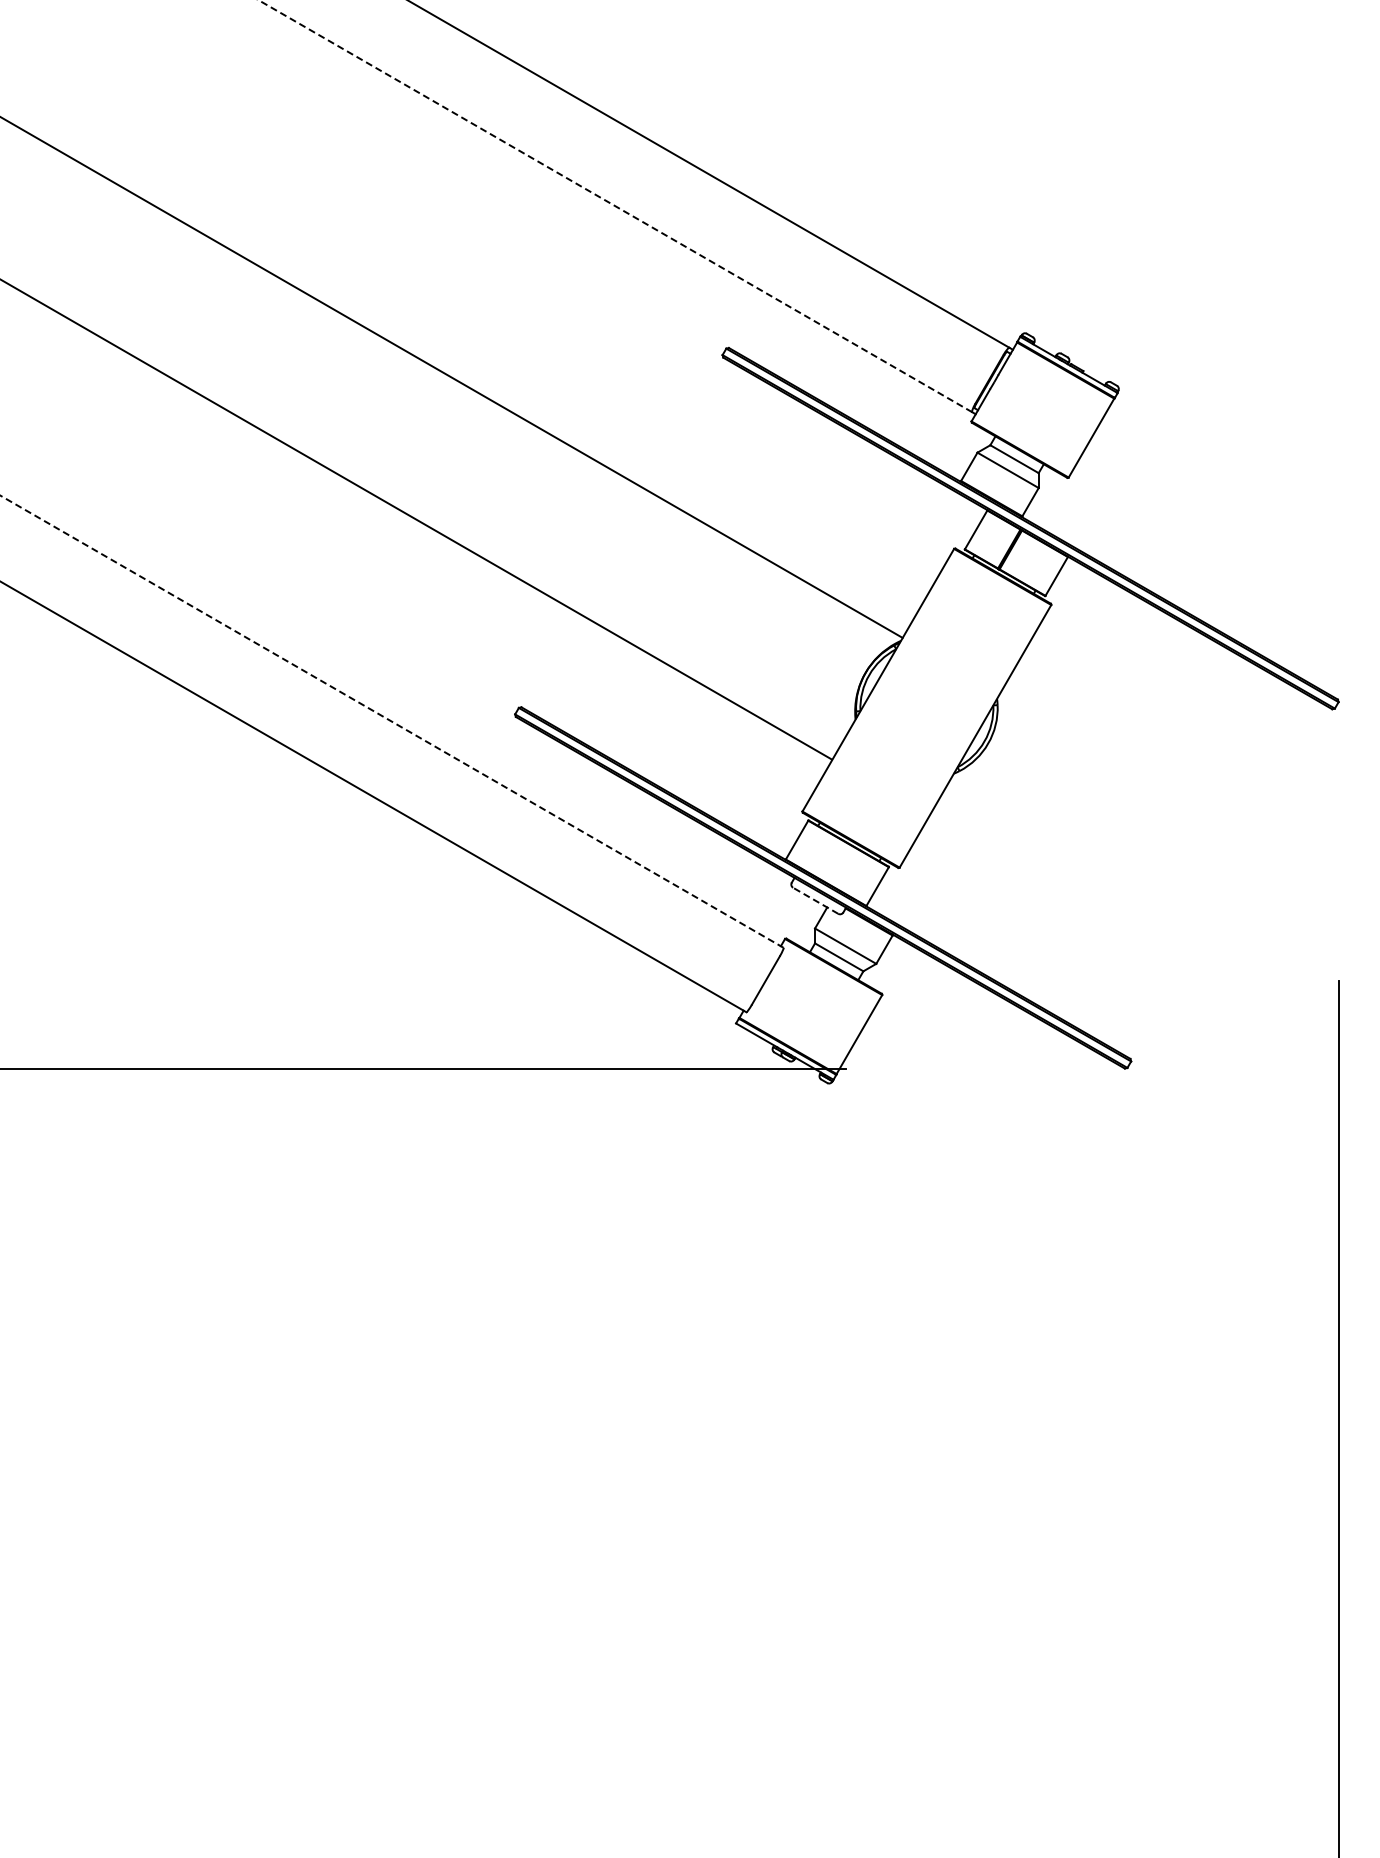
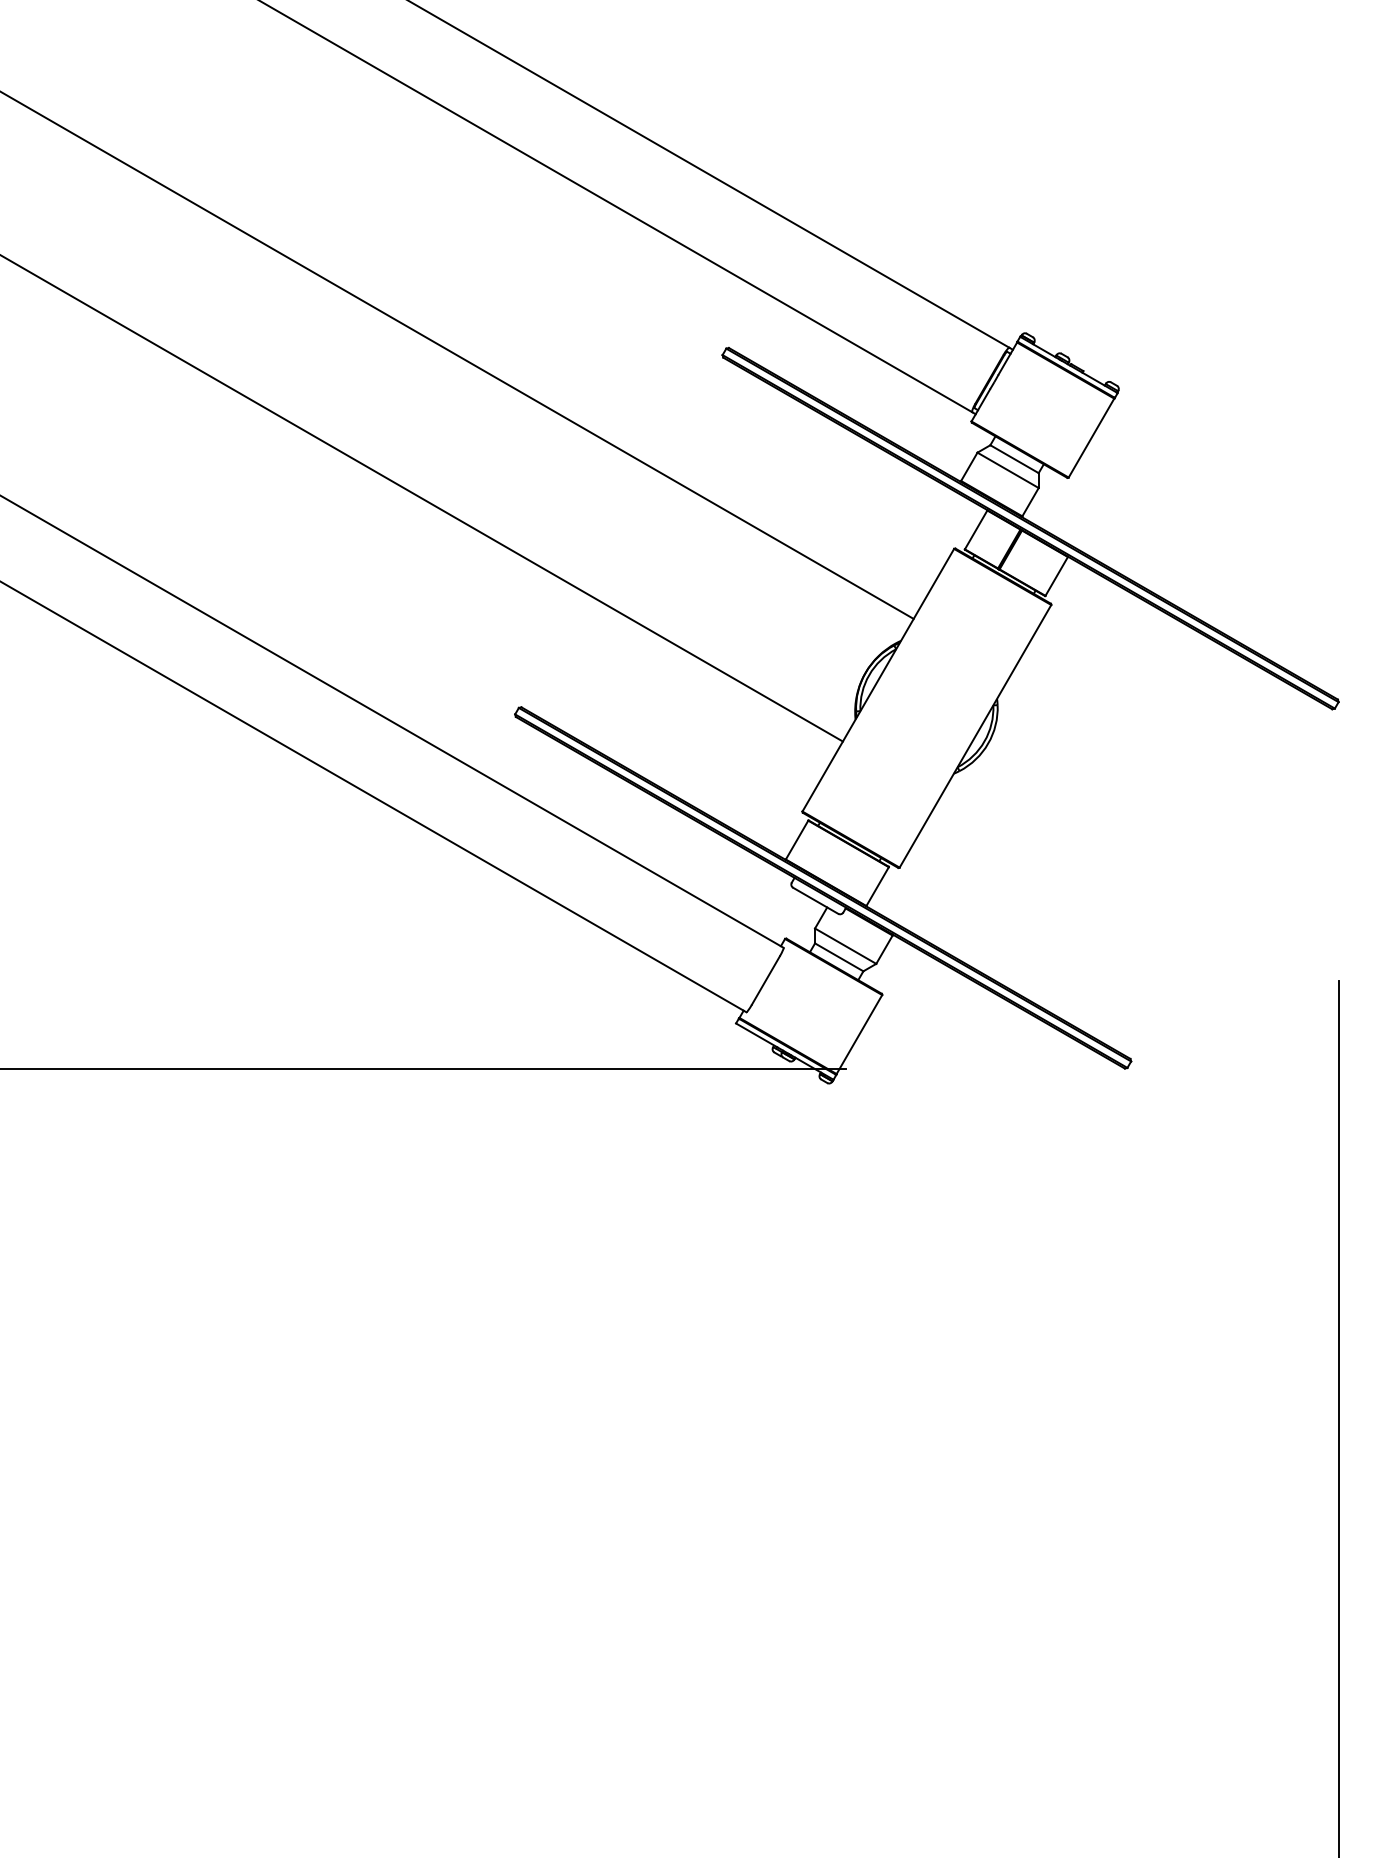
line at (614, 205): dashed -> solid
line at (452, 377) position: (452, 377) -> (457, 355)
line at (416, 519) position: (416, 519) -> (422, 498)
line at (391, 721): dashed -> solid
line at (815, 900): dashed -> solid
